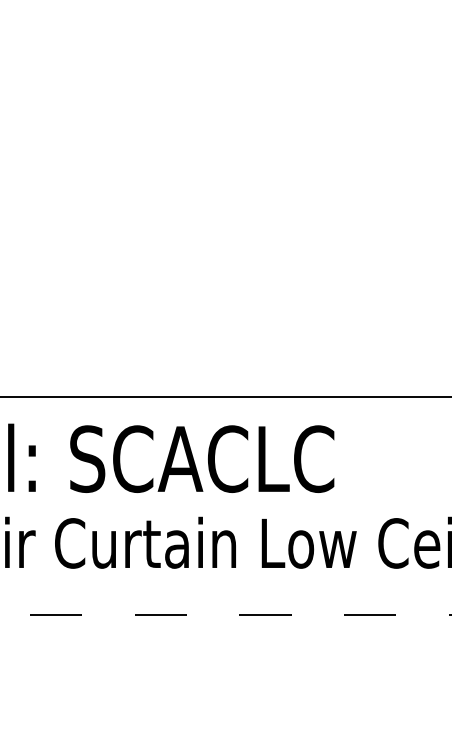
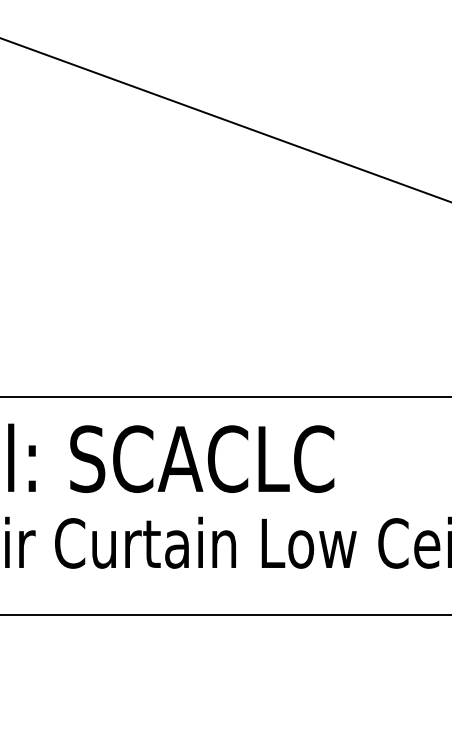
line at (225, 120): none -> present
line at (225, 615): dashed -> solid
